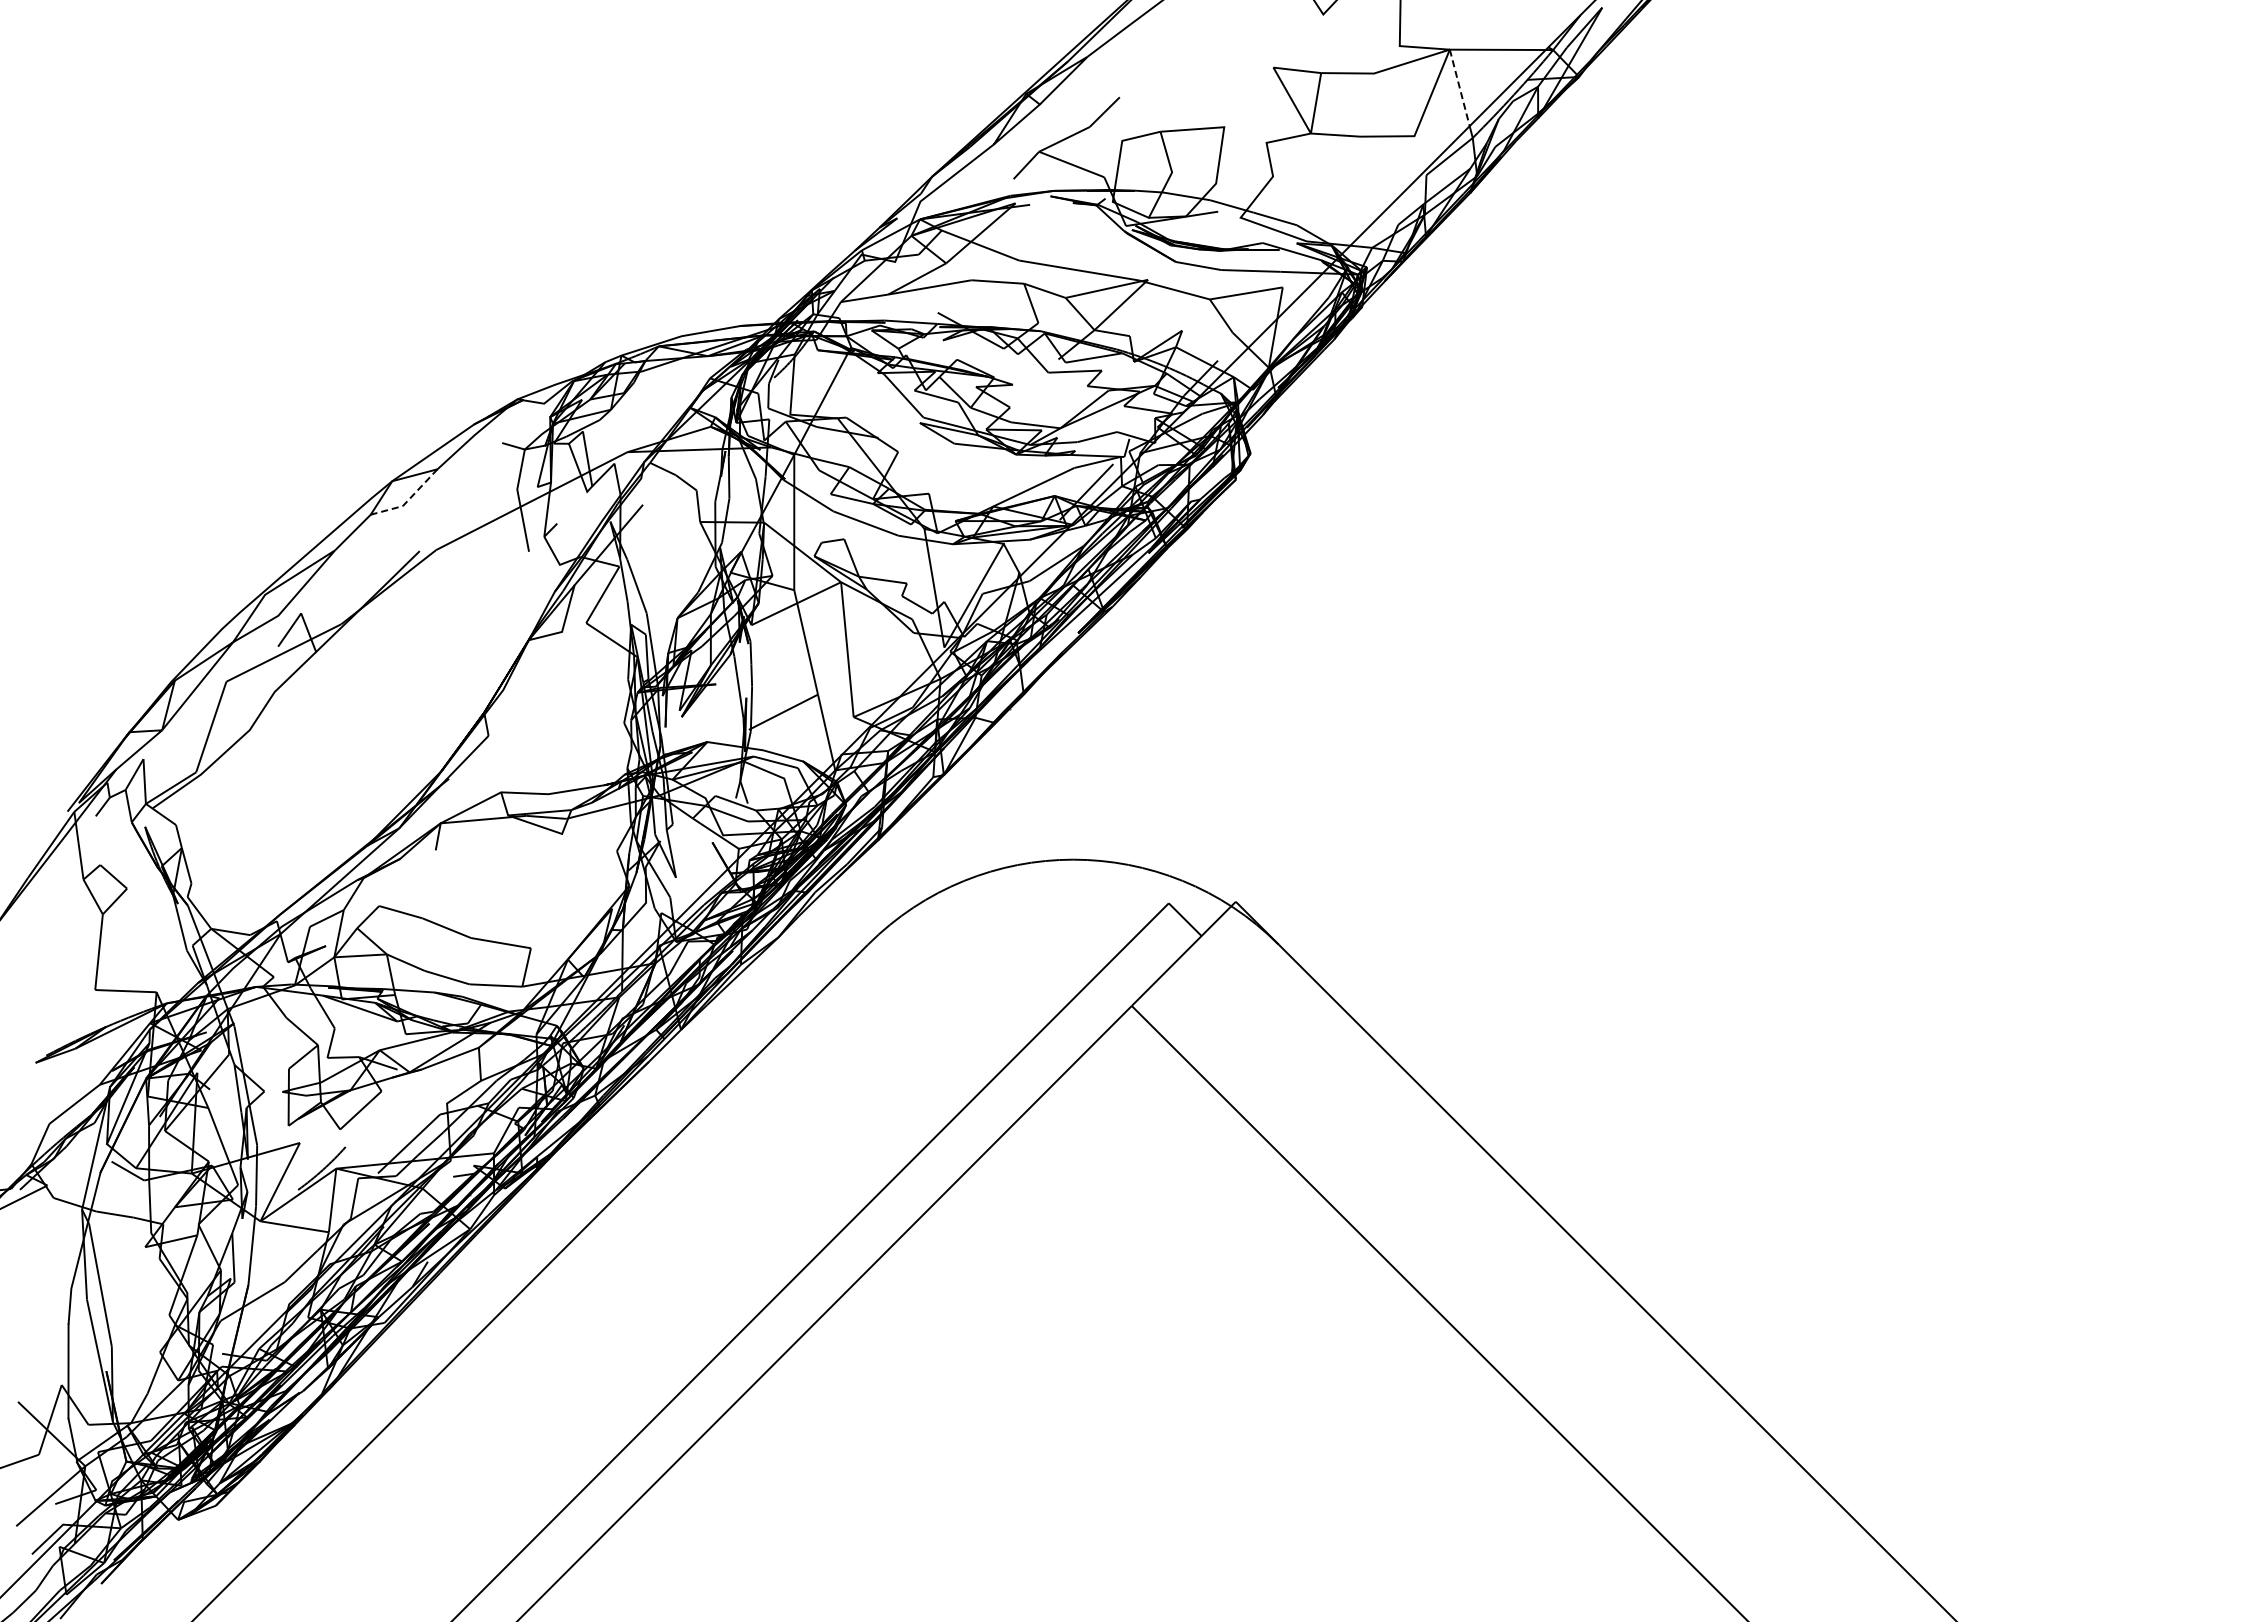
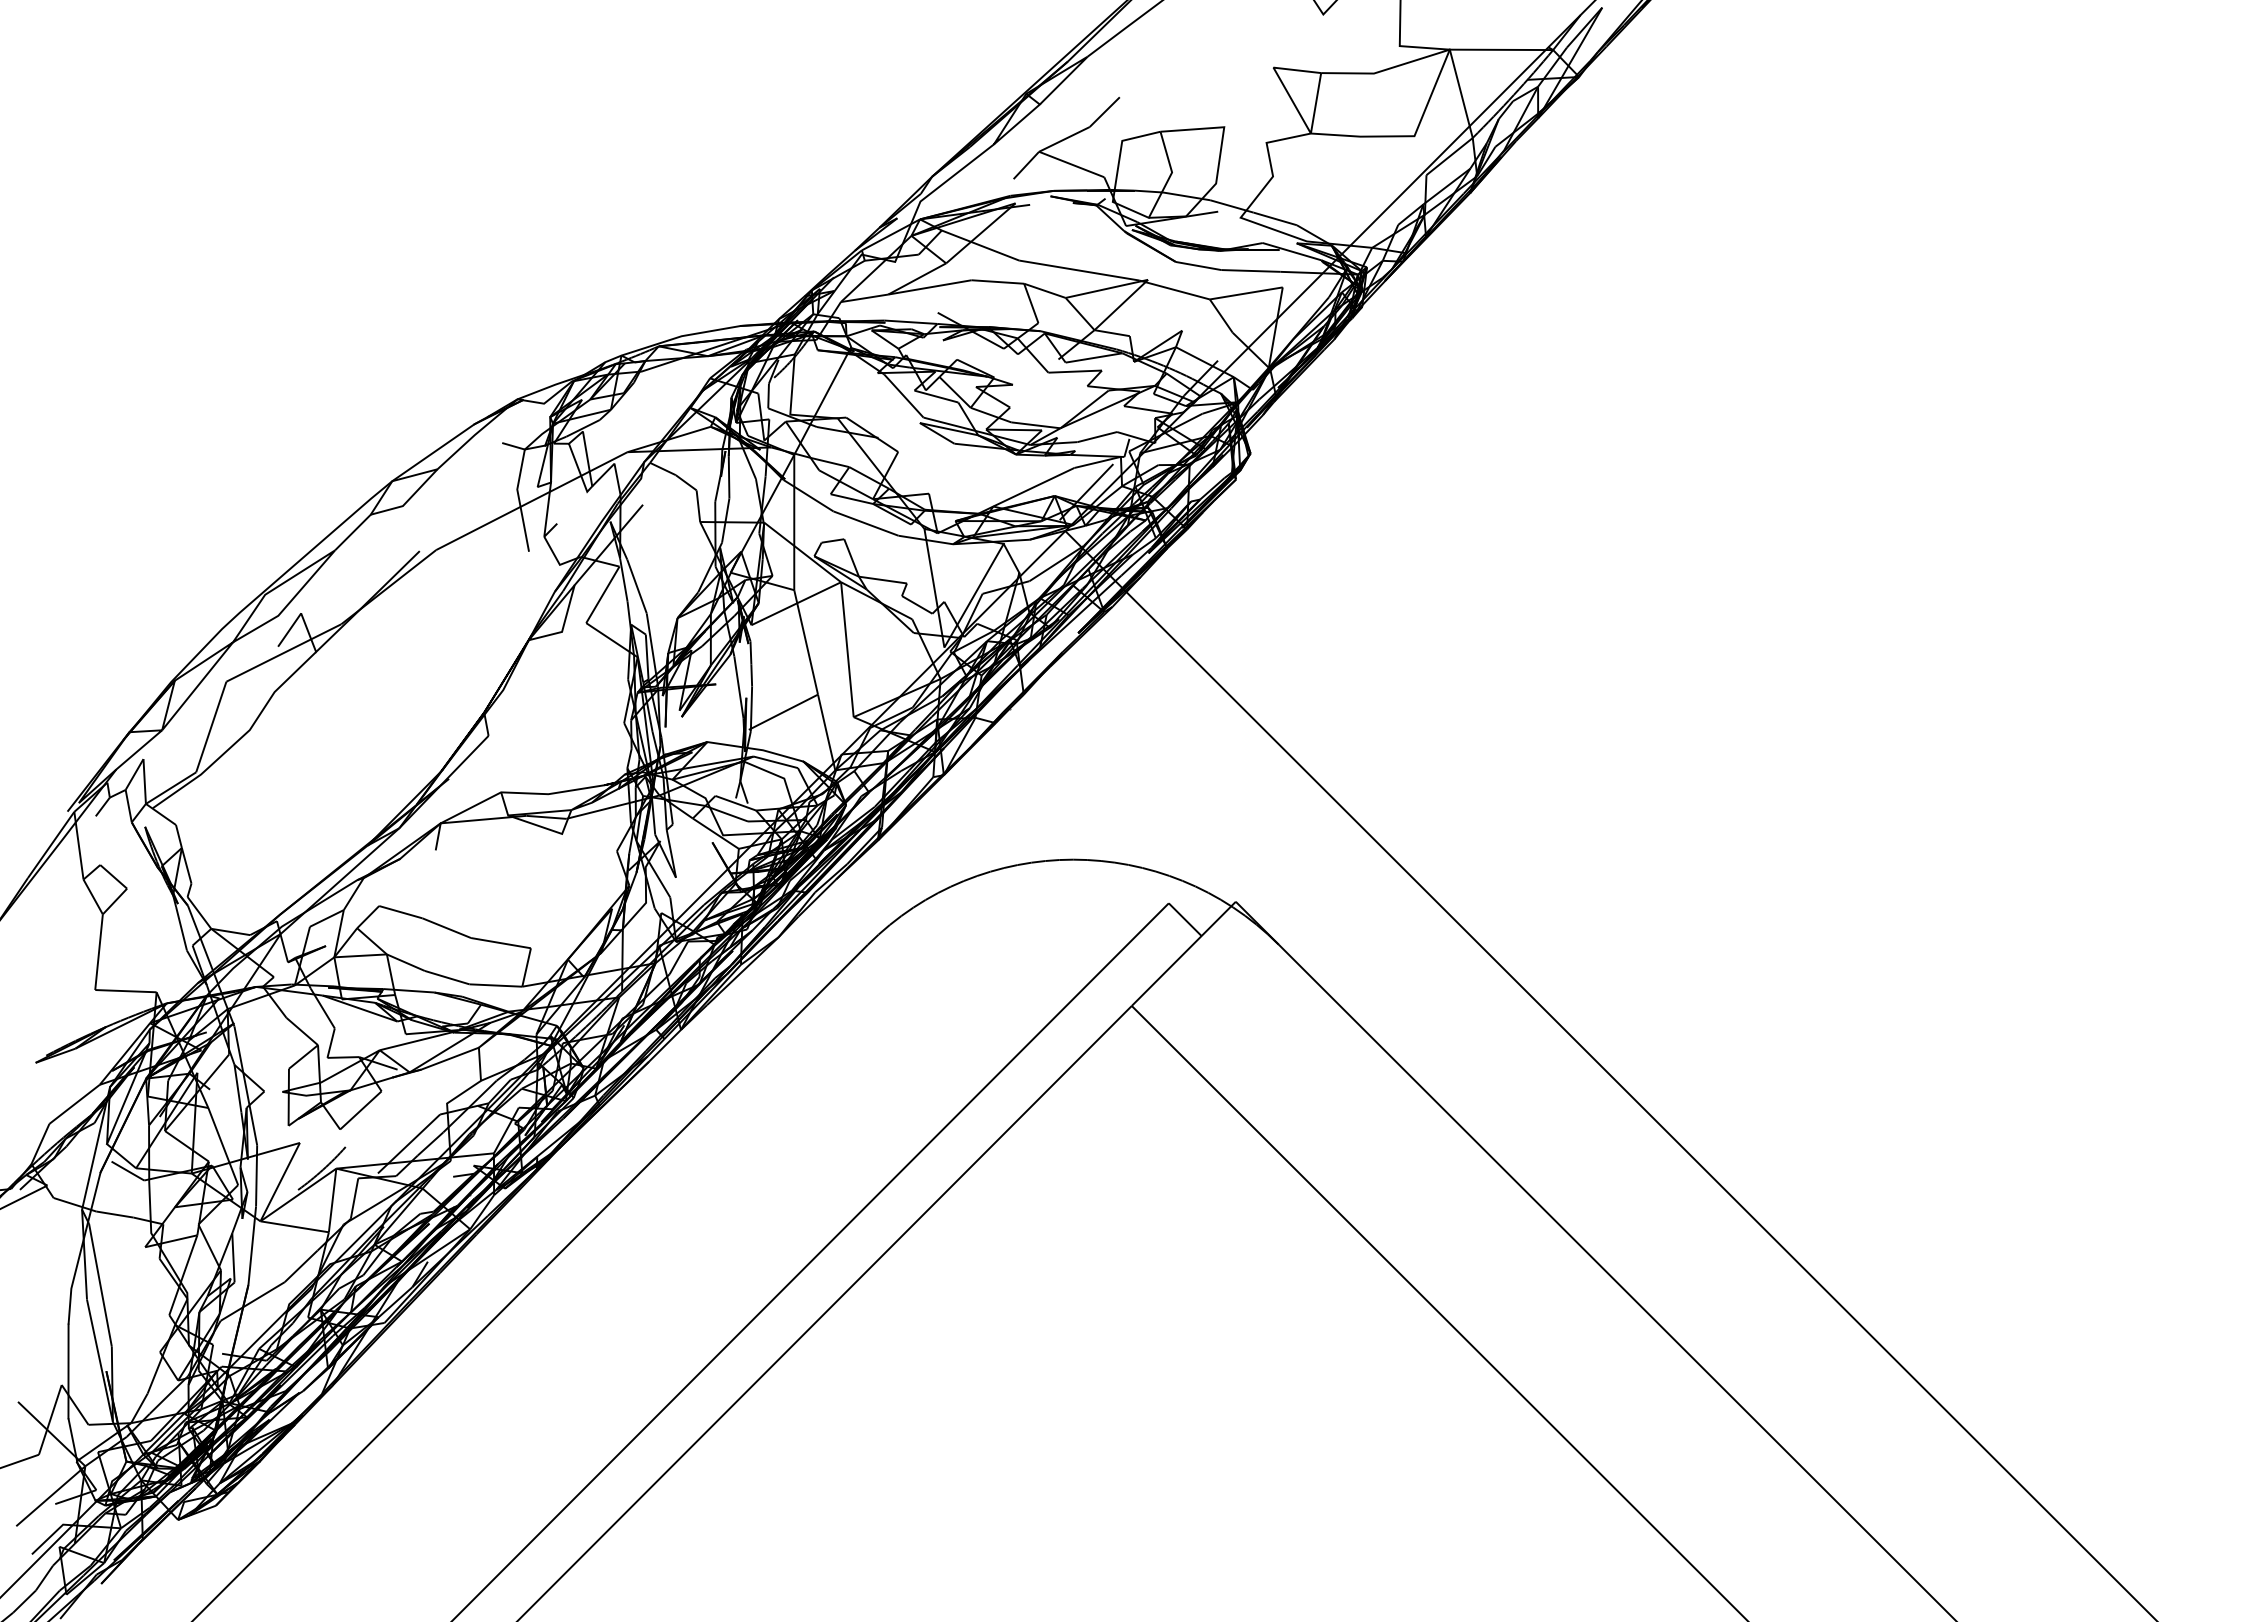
line at (1459, 87): dashed -> solid
line at (408, 500): dashed -> solid
line at (1609, 1074): none -> present
